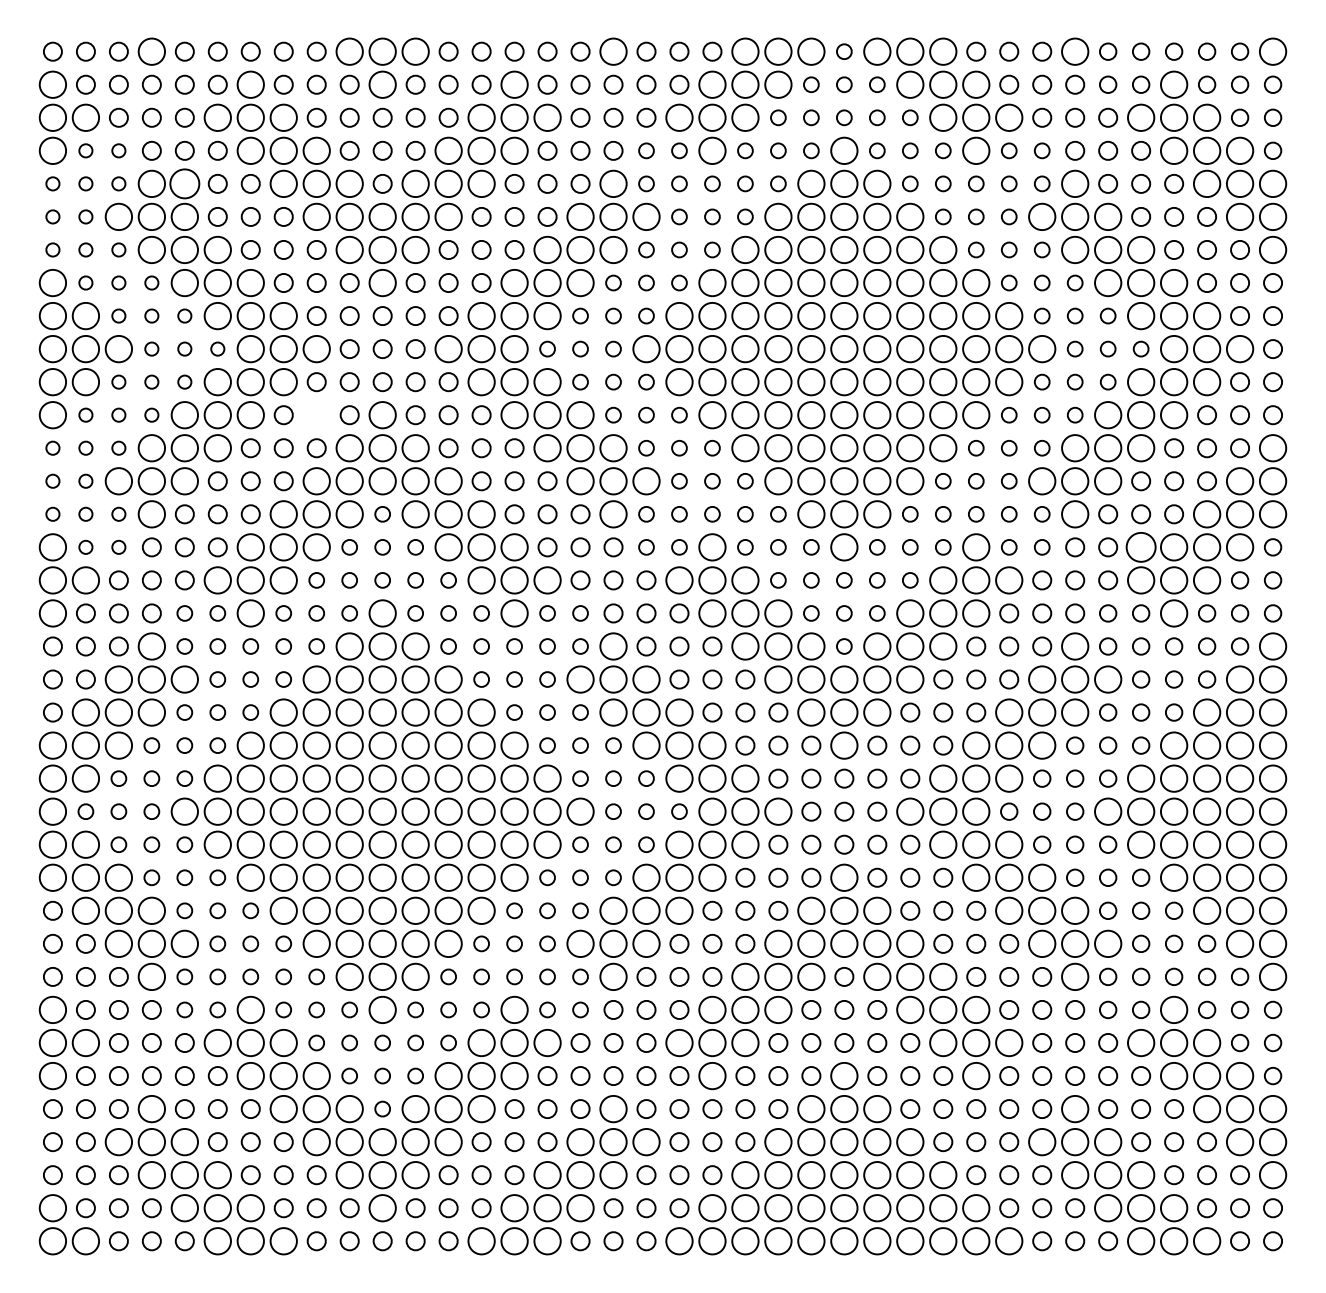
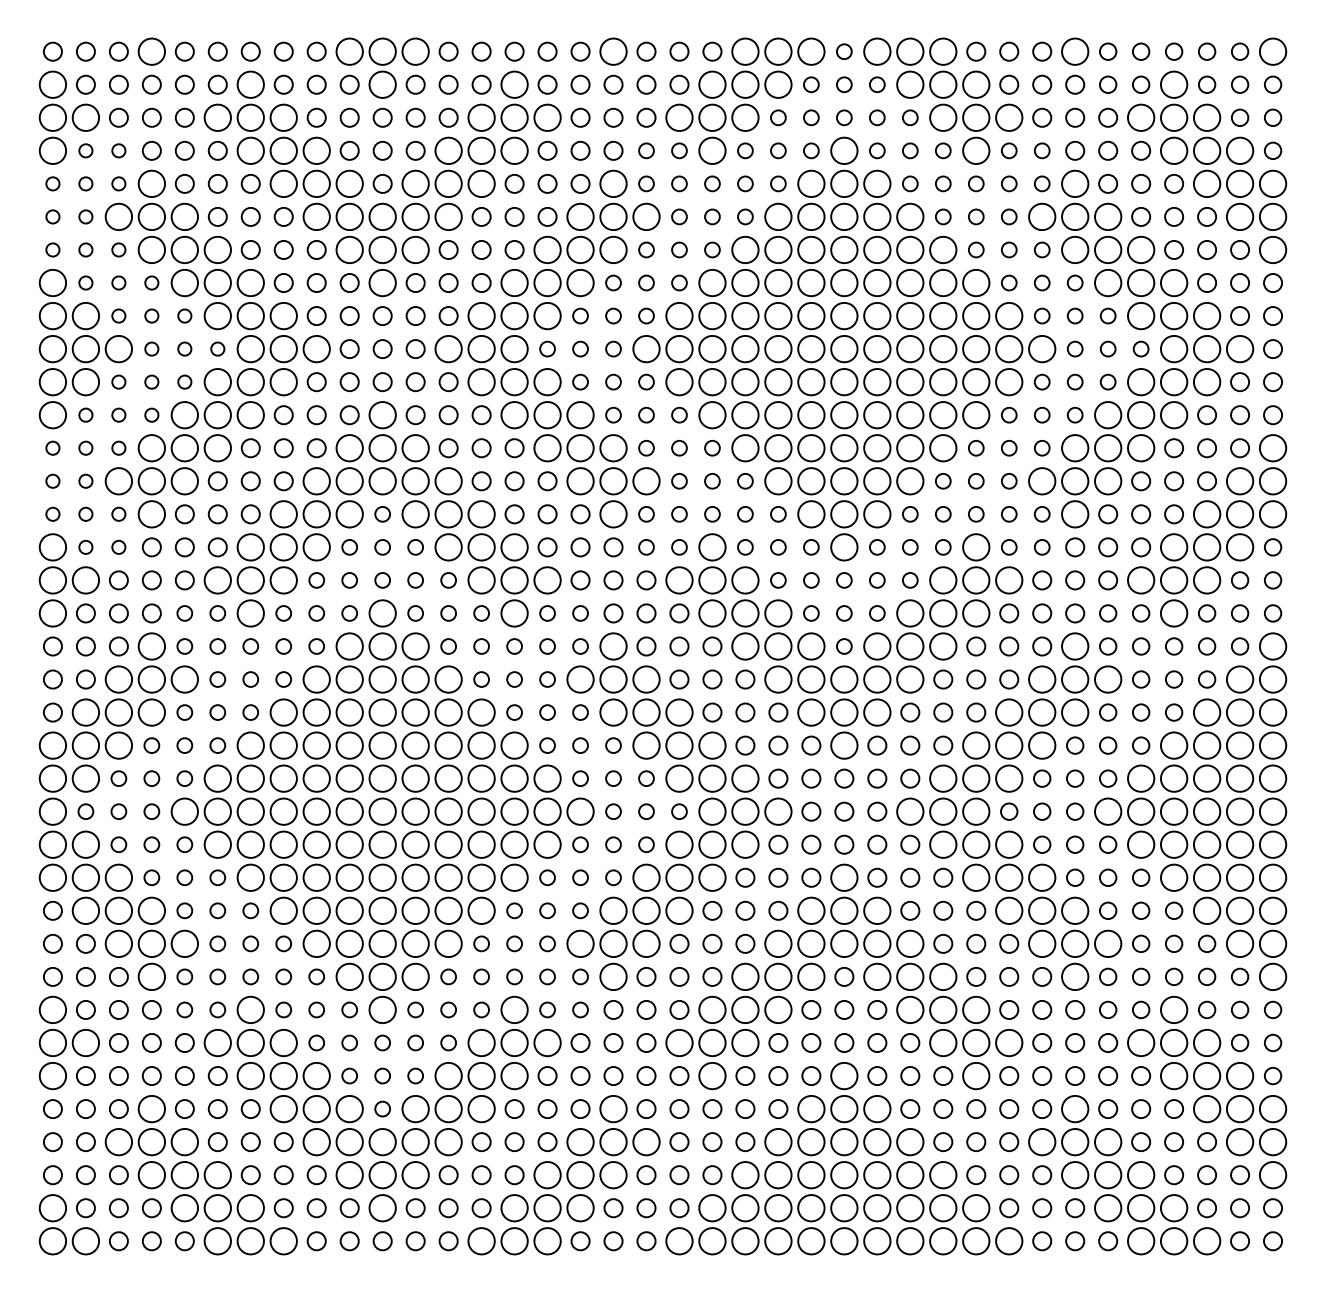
circle at (184, 183) diameter: 29 px -> 18 px
circle at (316, 415): none -> present
circle at (1140, 546) diameter: 29 px -> 18 px
